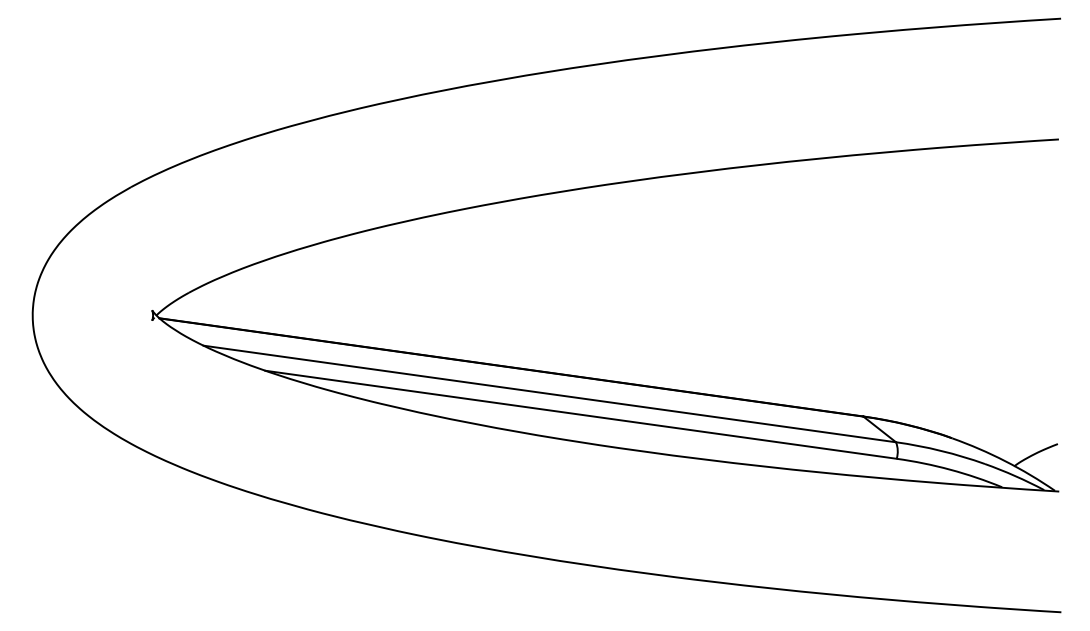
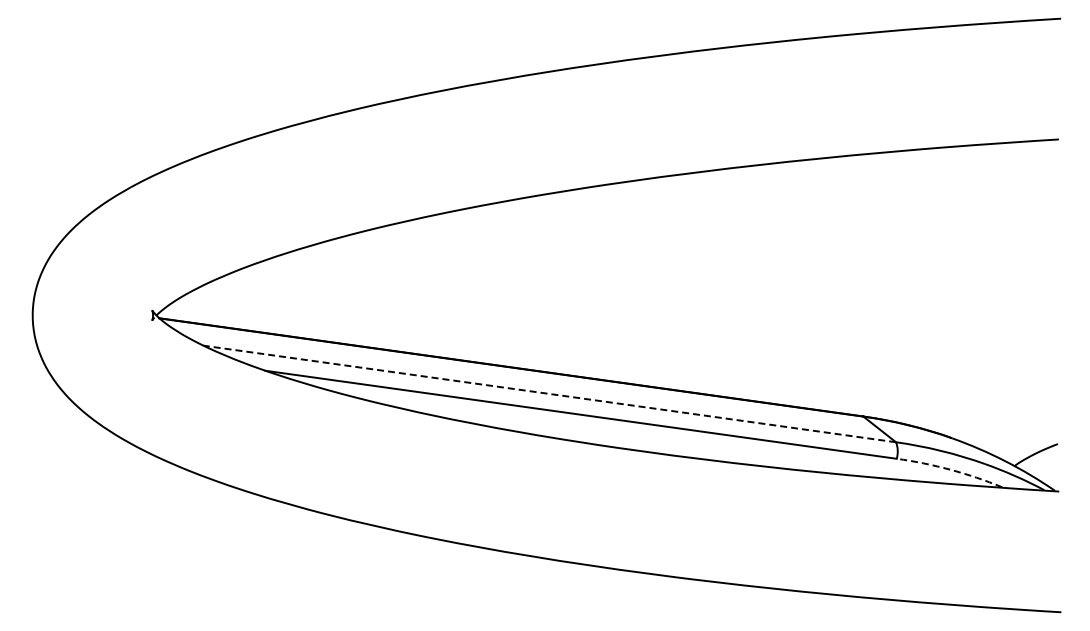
line at (549, 393): solid -> dashed
arc at (950, 469): solid -> dashed
